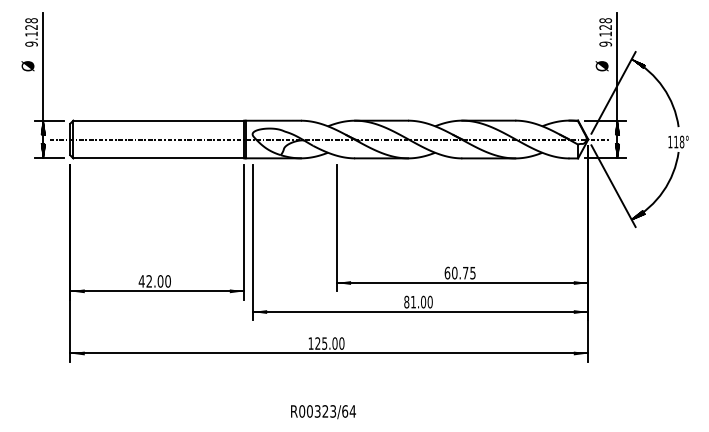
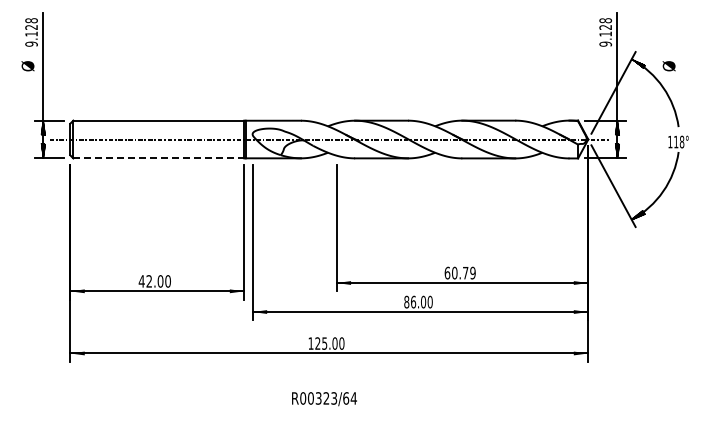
text at (601, 66) position: (601, 66) -> (668, 66)
line at (159, 158): solid -> dashed
text at (472, 272): 60.75 -> 60.79
text at (413, 301): 81.00 -> 86.00
text at (323, 412) position: (323, 412) -> (324, 399)
